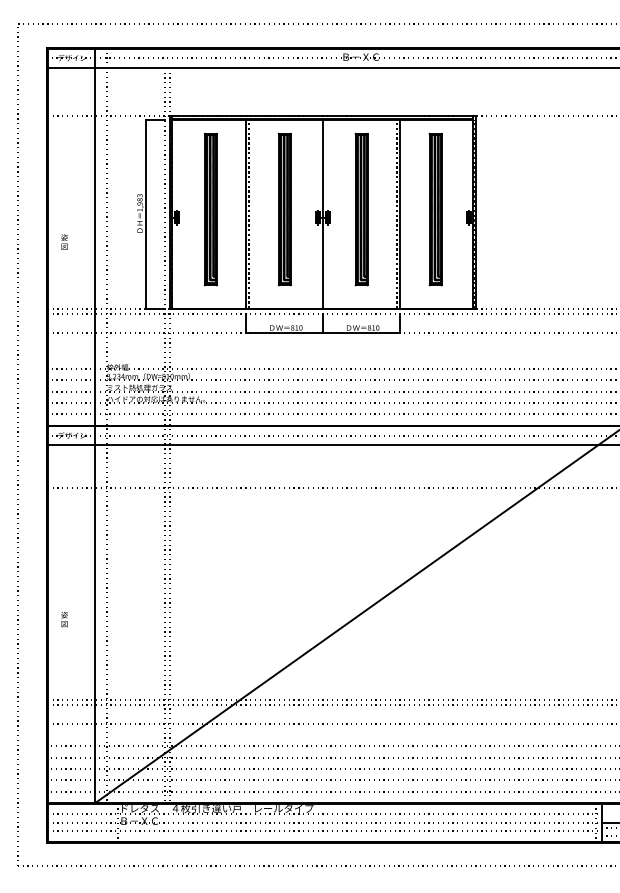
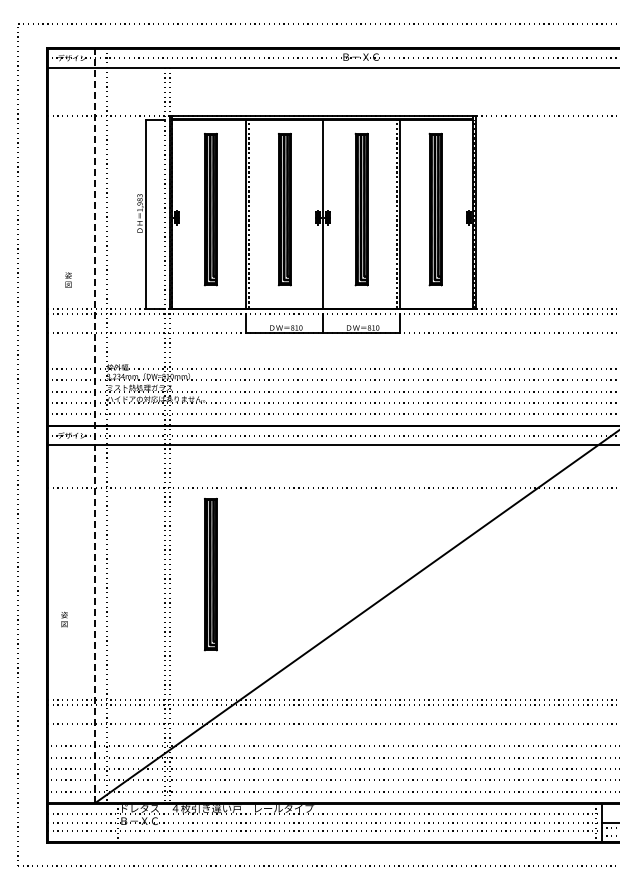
text at (64, 241) position: (64, 241) -> (68, 279)
line at (95, 425): solid -> dashed
part at (210, 574): none -> present
